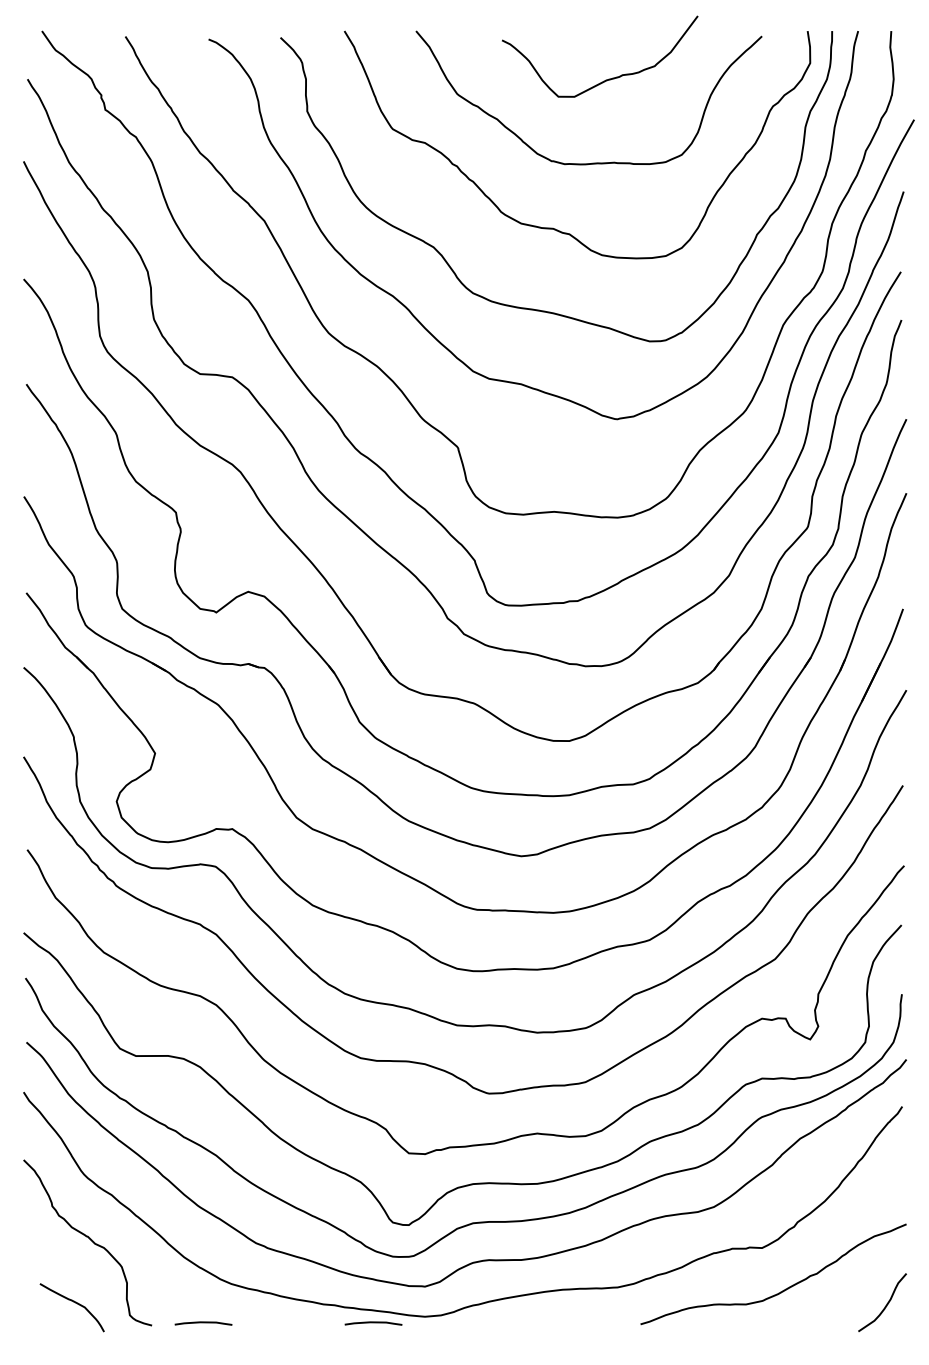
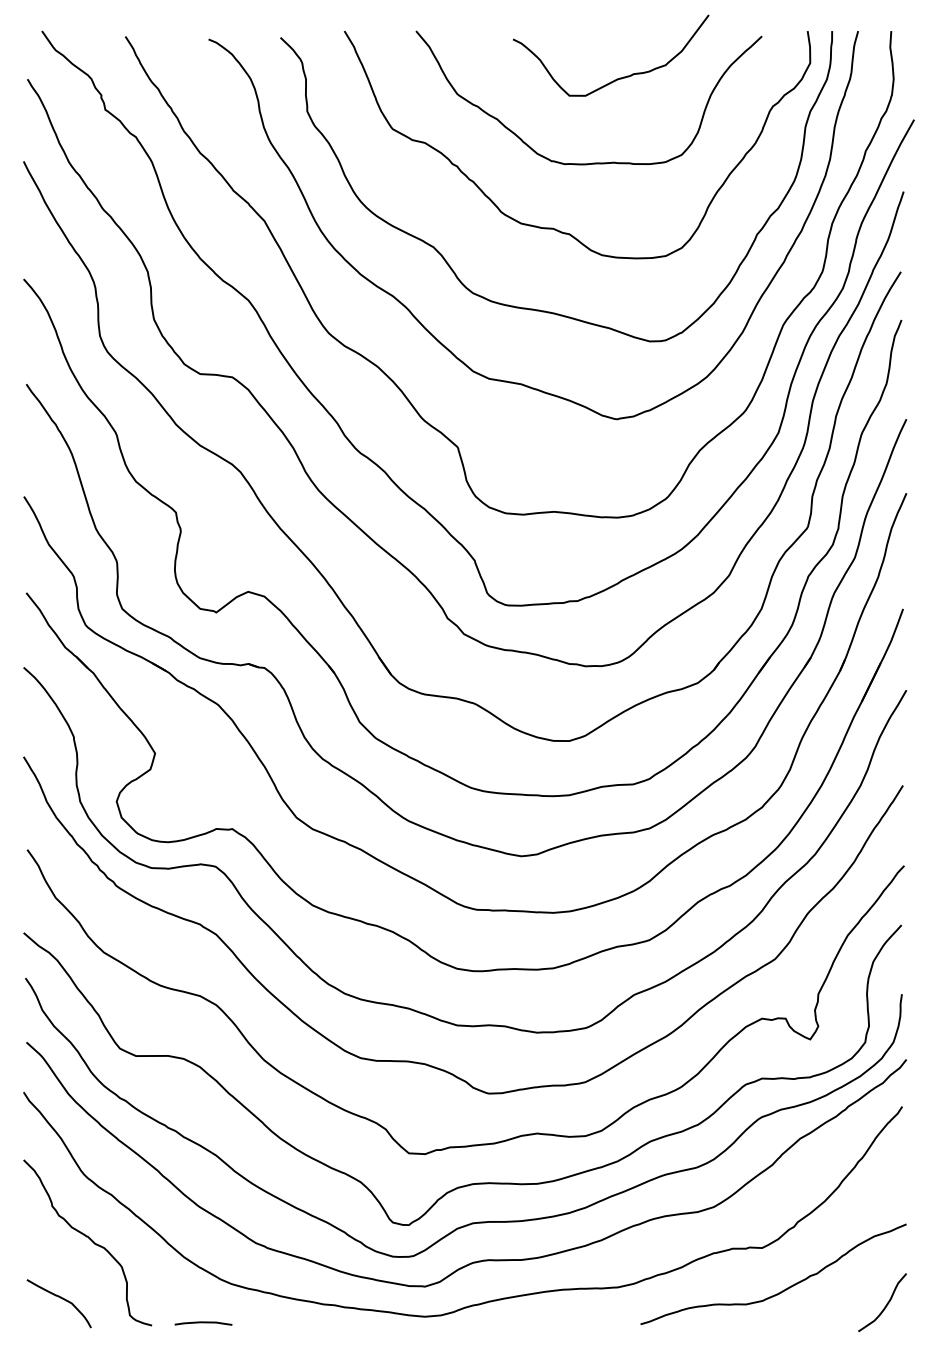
curve at (608, 78) position: (608, 78) -> (619, 77)
curve at (73, 1302) position: (73, 1302) -> (60, 1298)
curve at (373, 1323): present -> none
